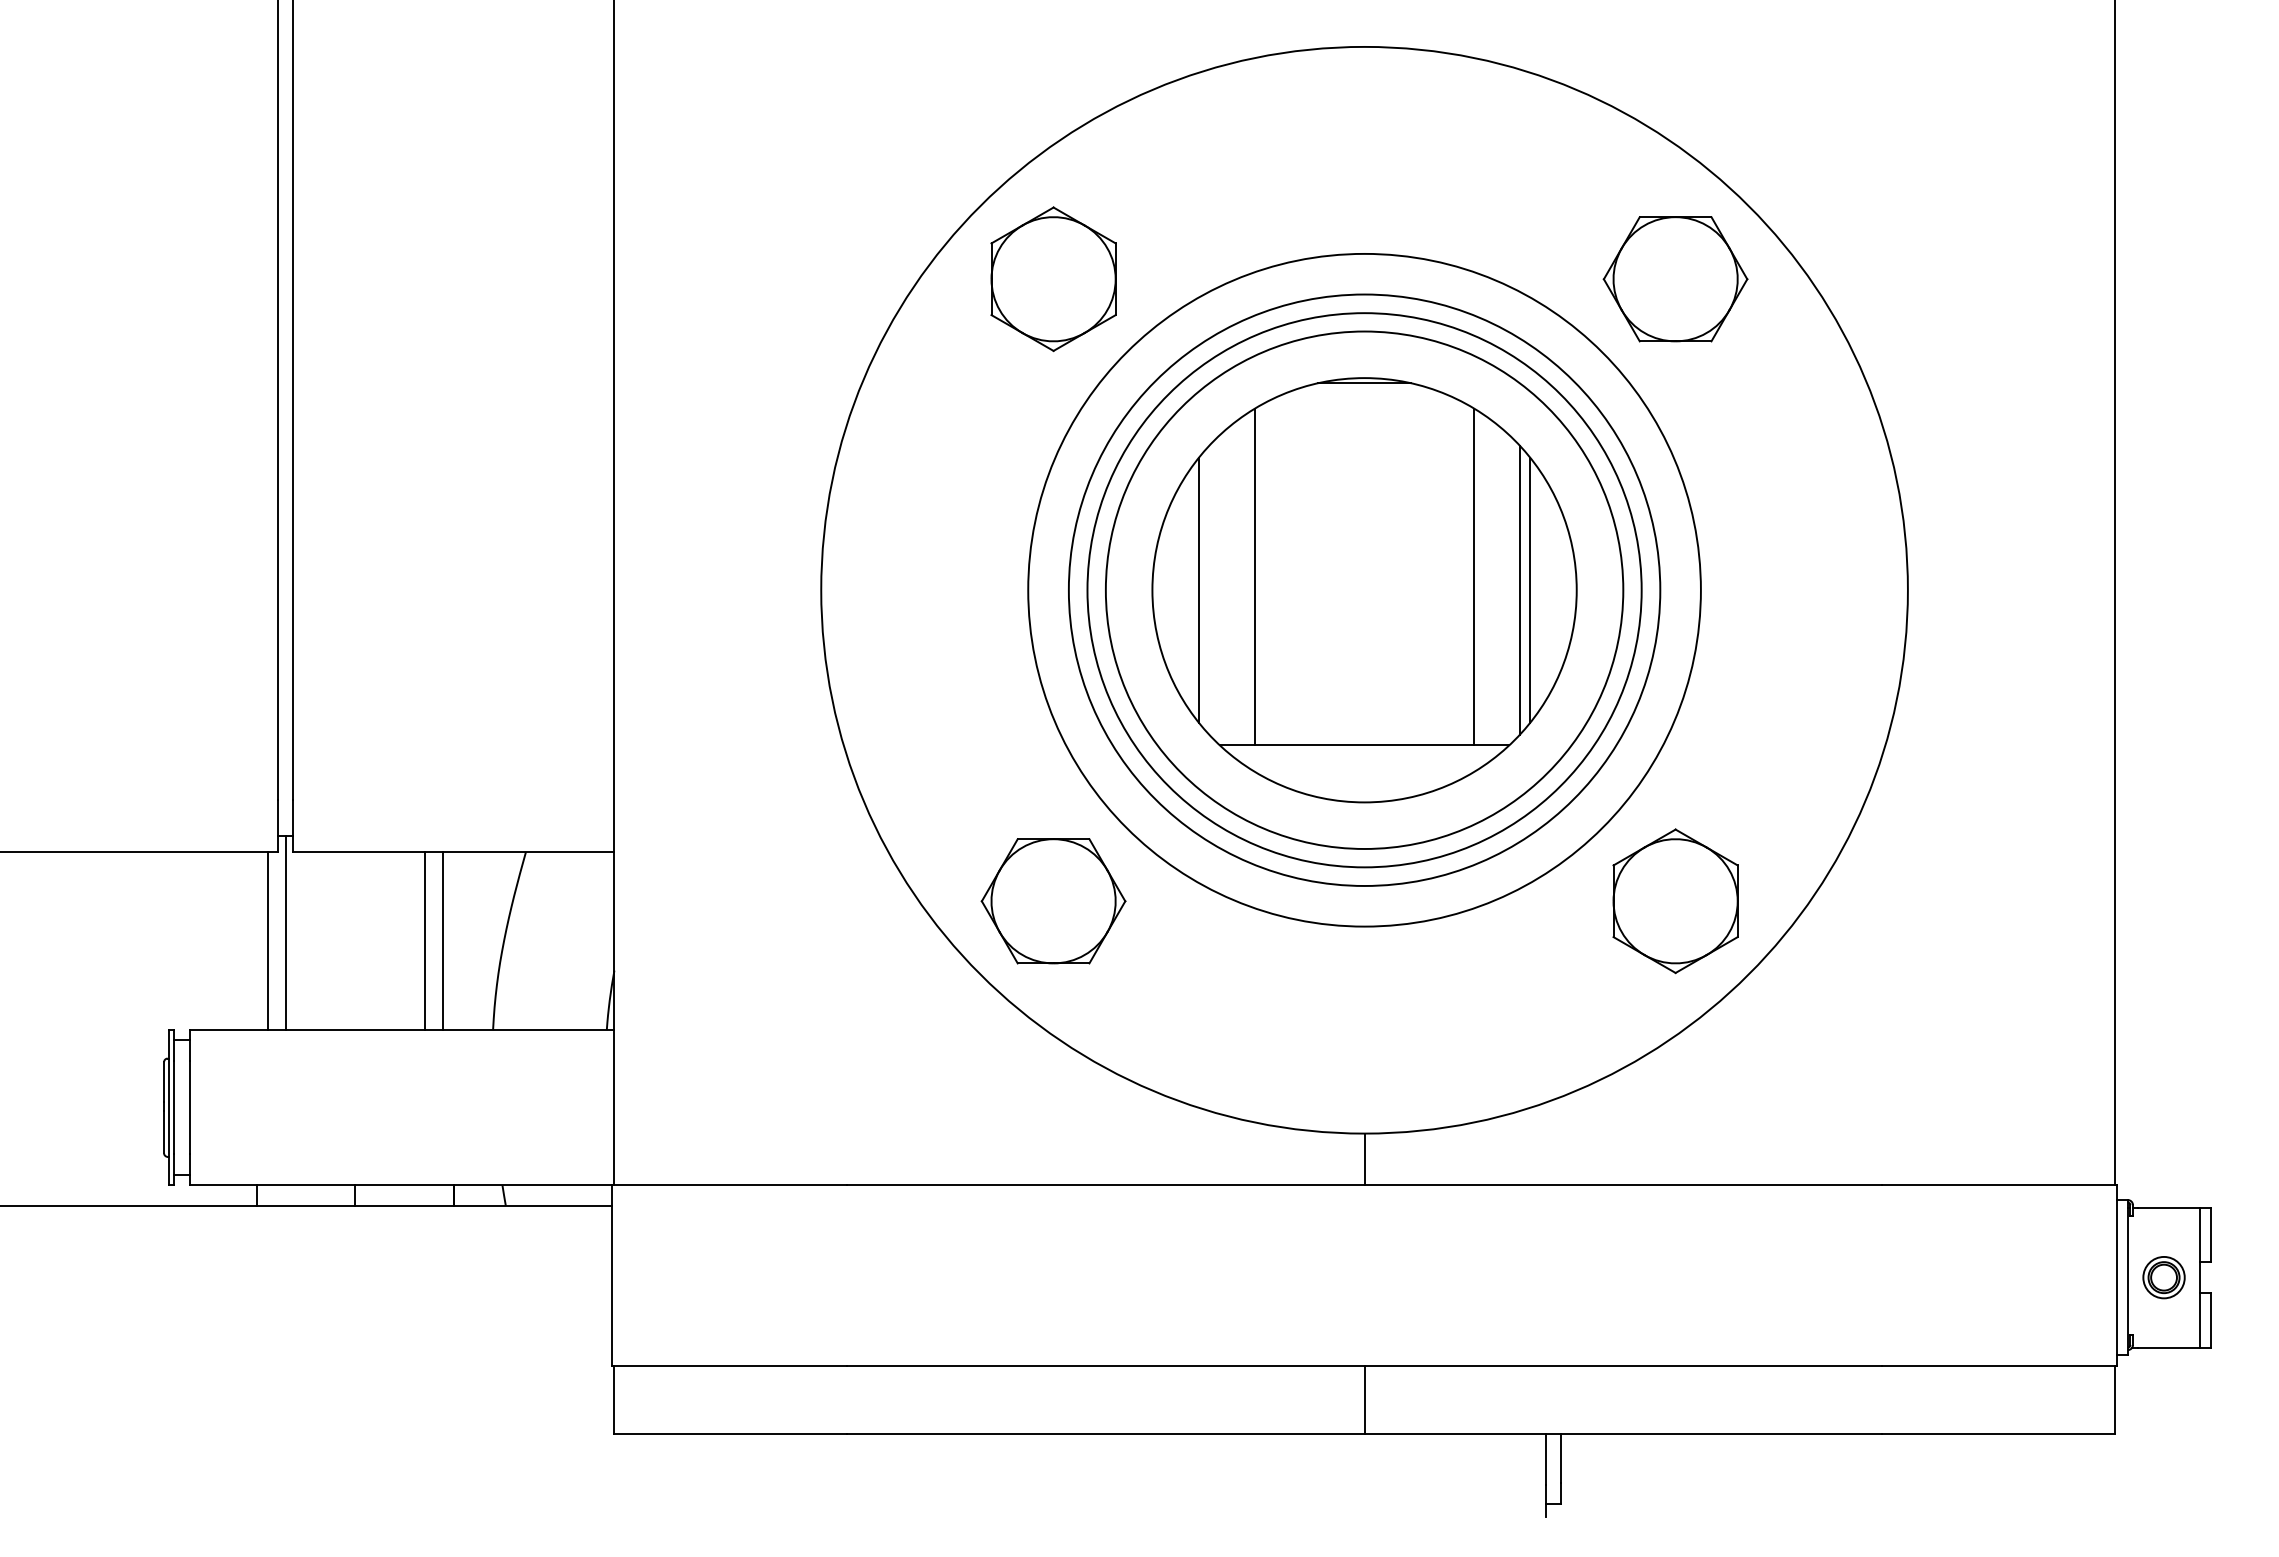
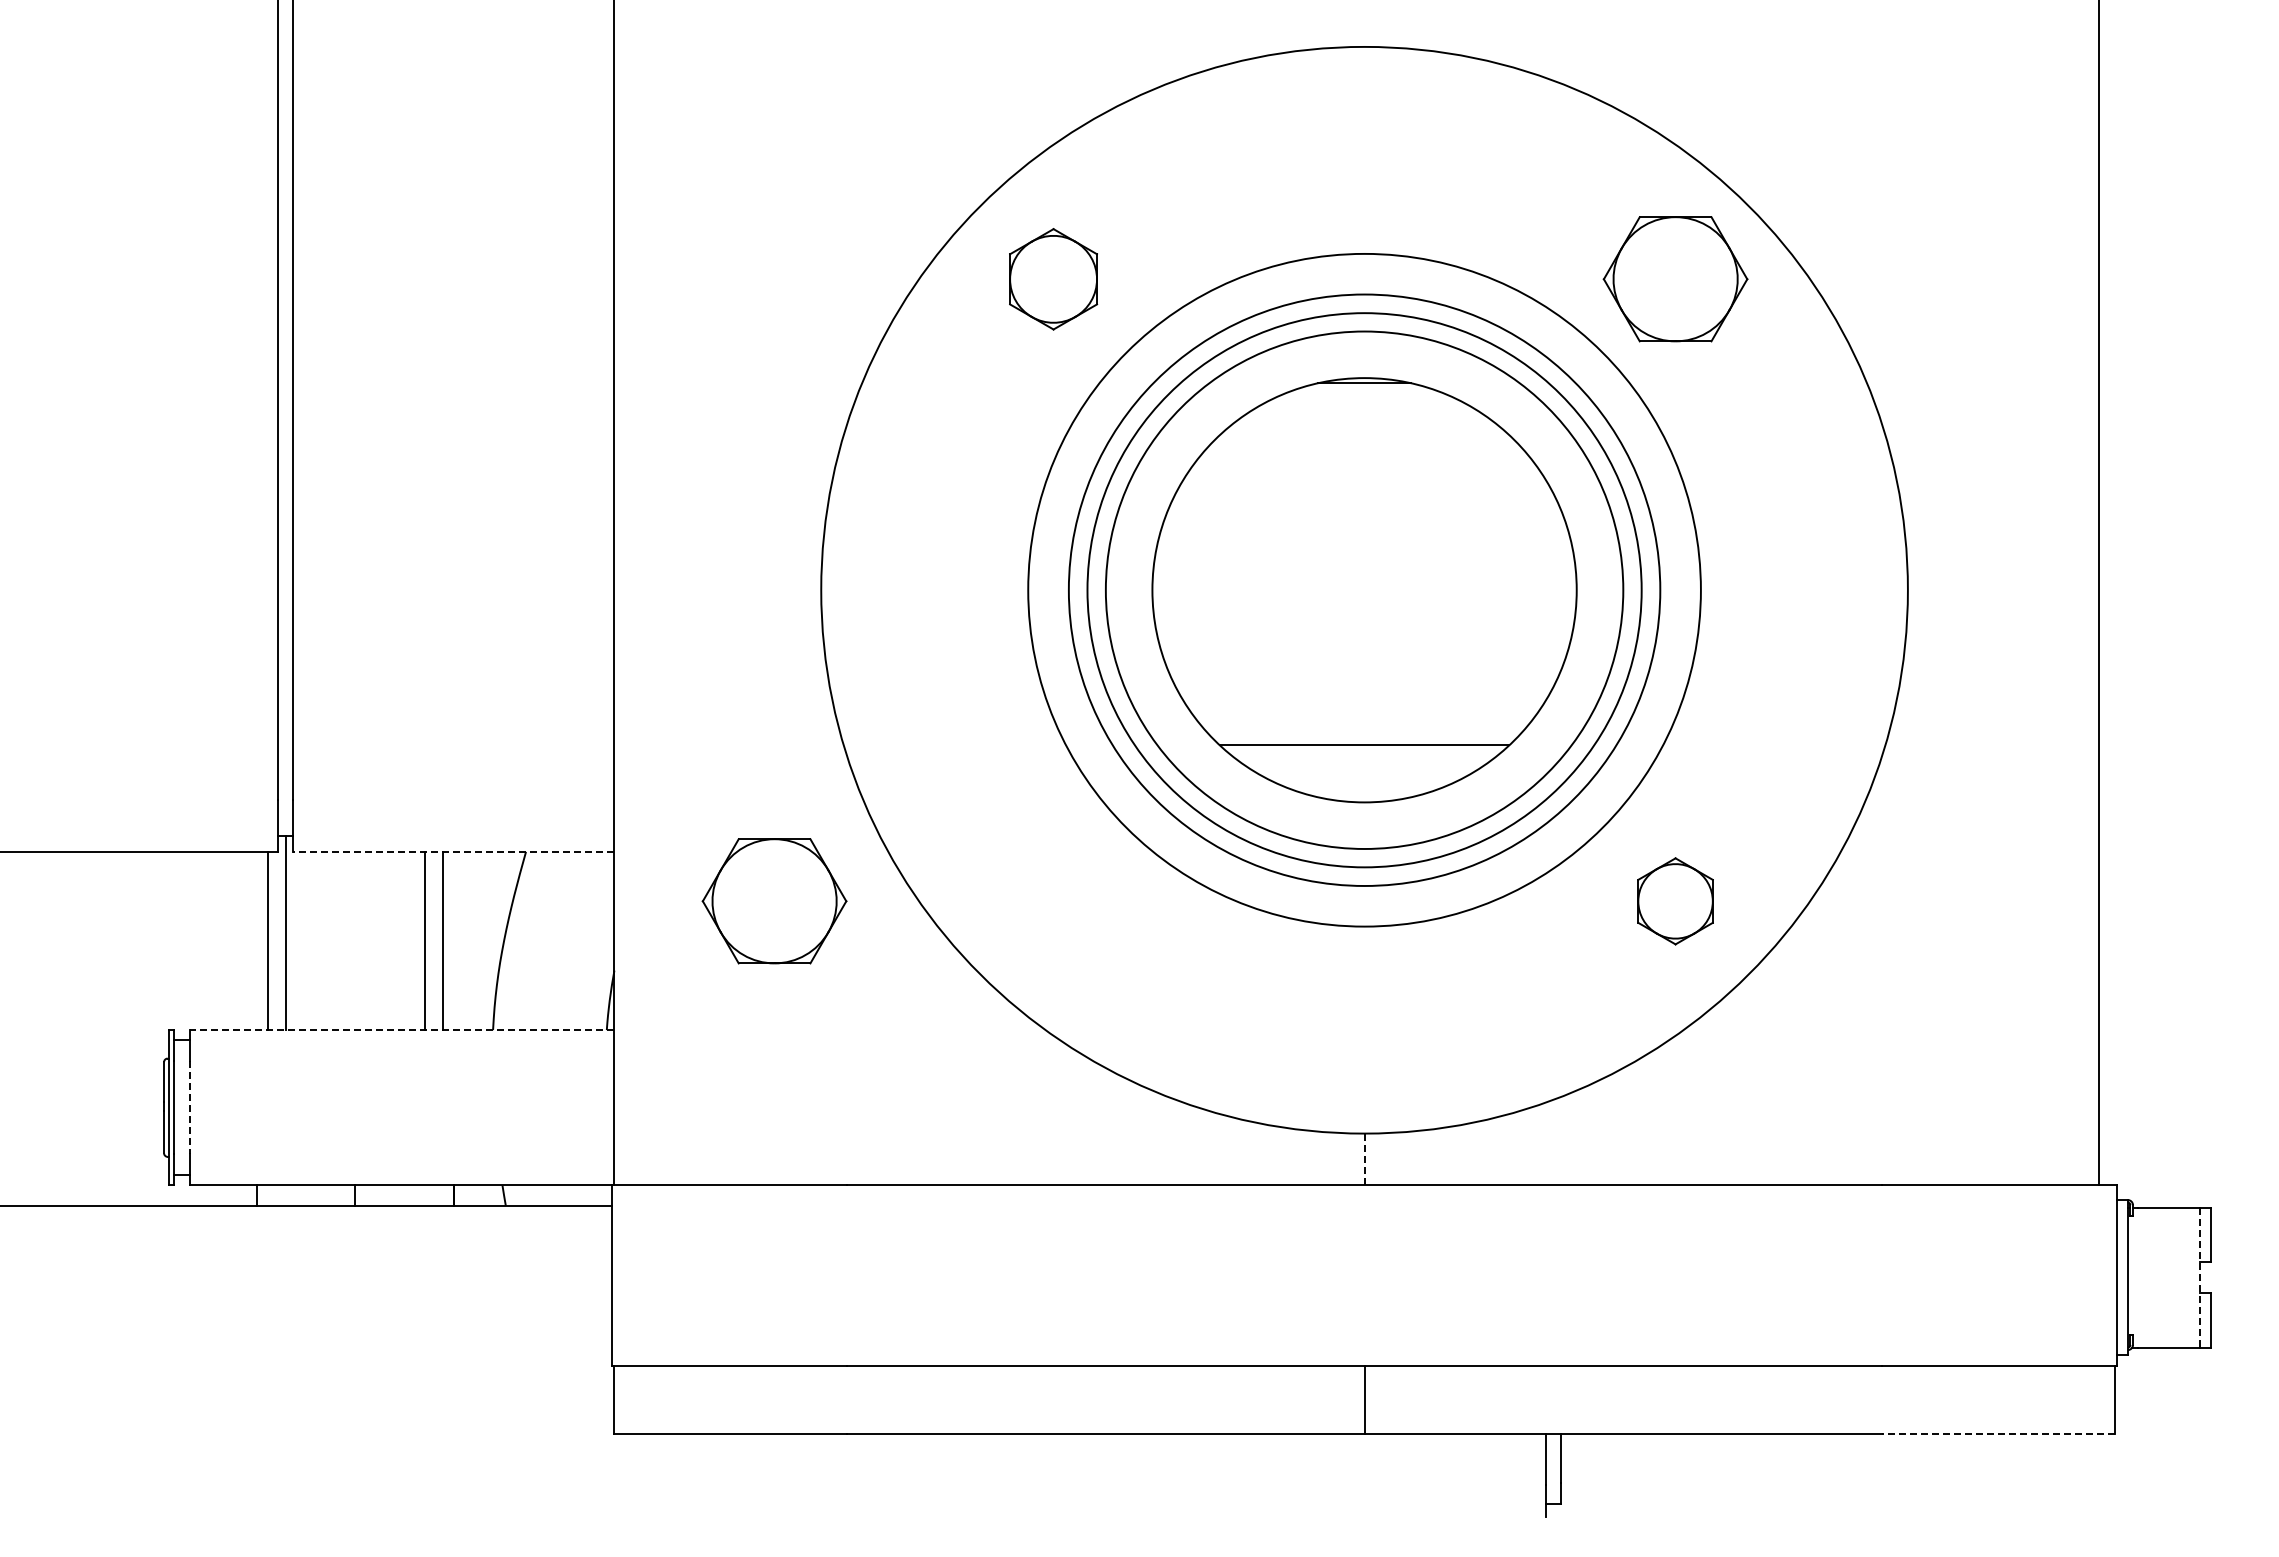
part at (1053, 279) size: 127x147 px -> 90x103 px
line at (1254, 576): present -> none
line at (1474, 576): present -> none
line at (1198, 589): present -> none
line at (1519, 589): present -> none
line at (1530, 589): present -> none
line at (2114, 593) position: (2114, 593) -> (2098, 593)
line at (453, 851): solid -> dashed
part at (1053, 901) position: (1053, 901) -> (774, 901)
part at (1675, 901) size: 127x147 px -> 77x89 px
line at (401, 1030): solid -> dashed
line at (189, 1107): solid -> dashed
line at (1364, 1159): solid -> dashed
part at (2163, 1277): present -> none
line at (2200, 1277): solid -> dashed
line at (1997, 1433): solid -> dashed
